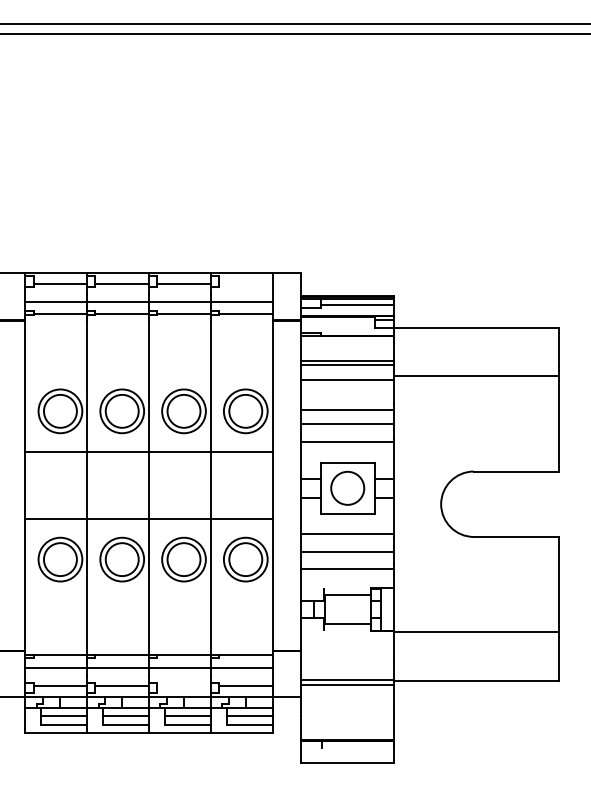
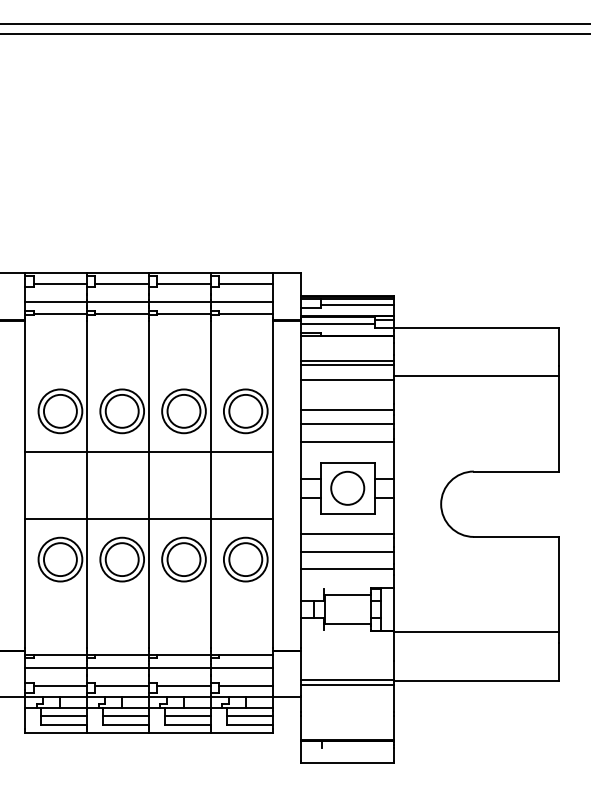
line at (245, 283): none -> present
line at (337, 323): none -> present
line at (183, 685): none -> present
